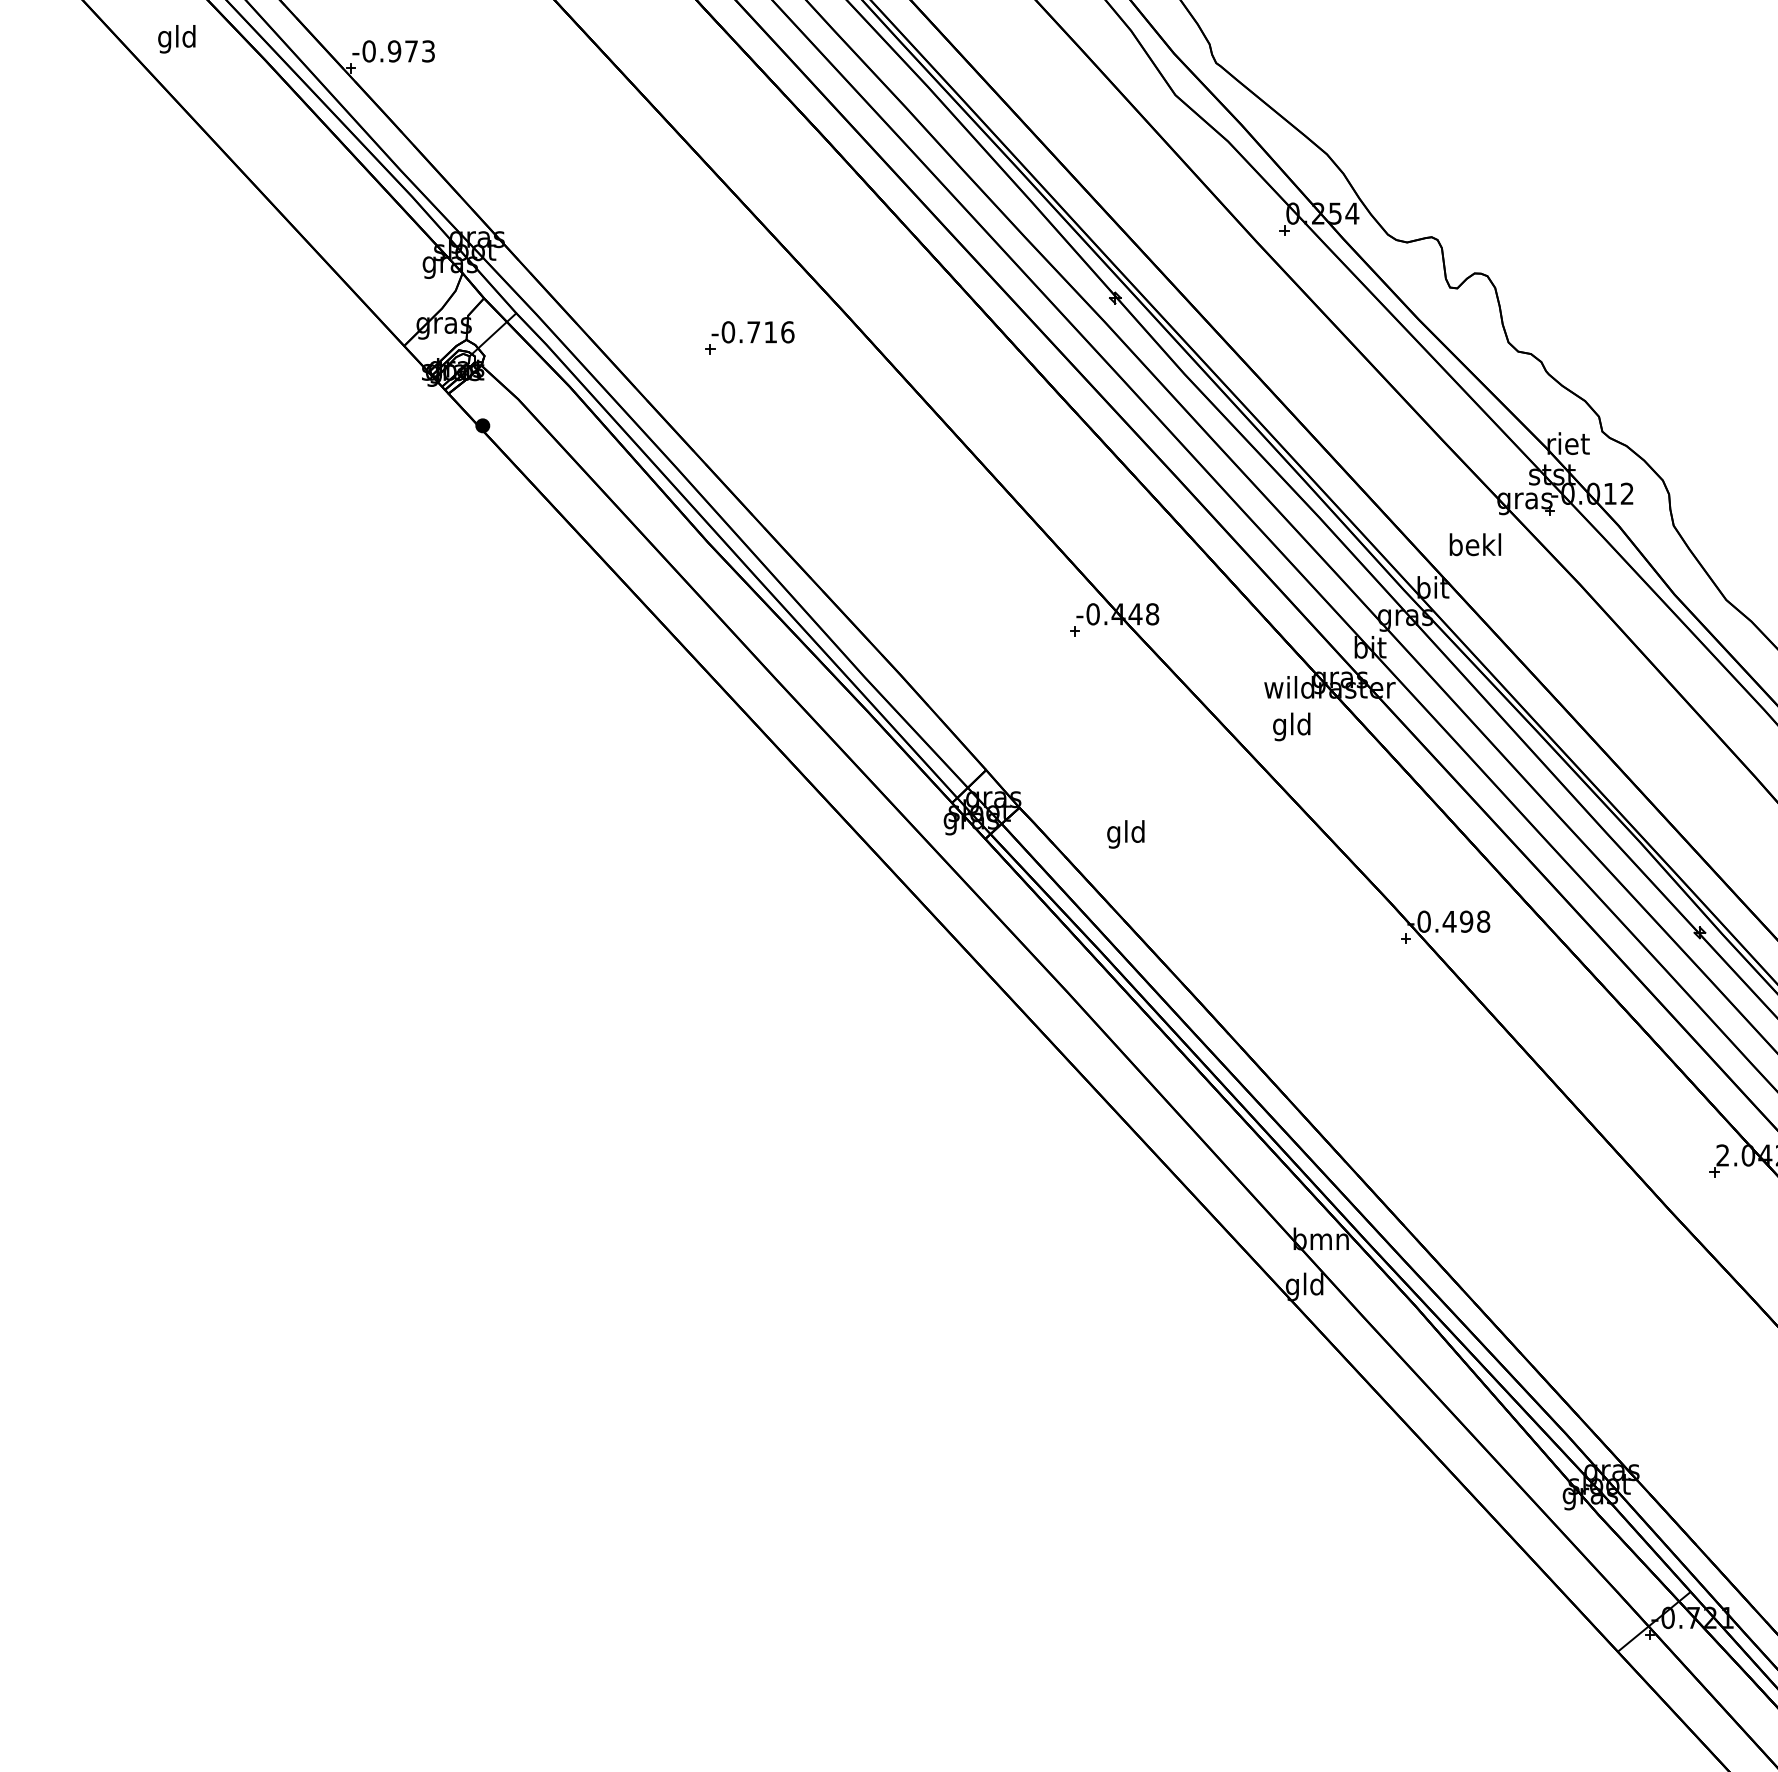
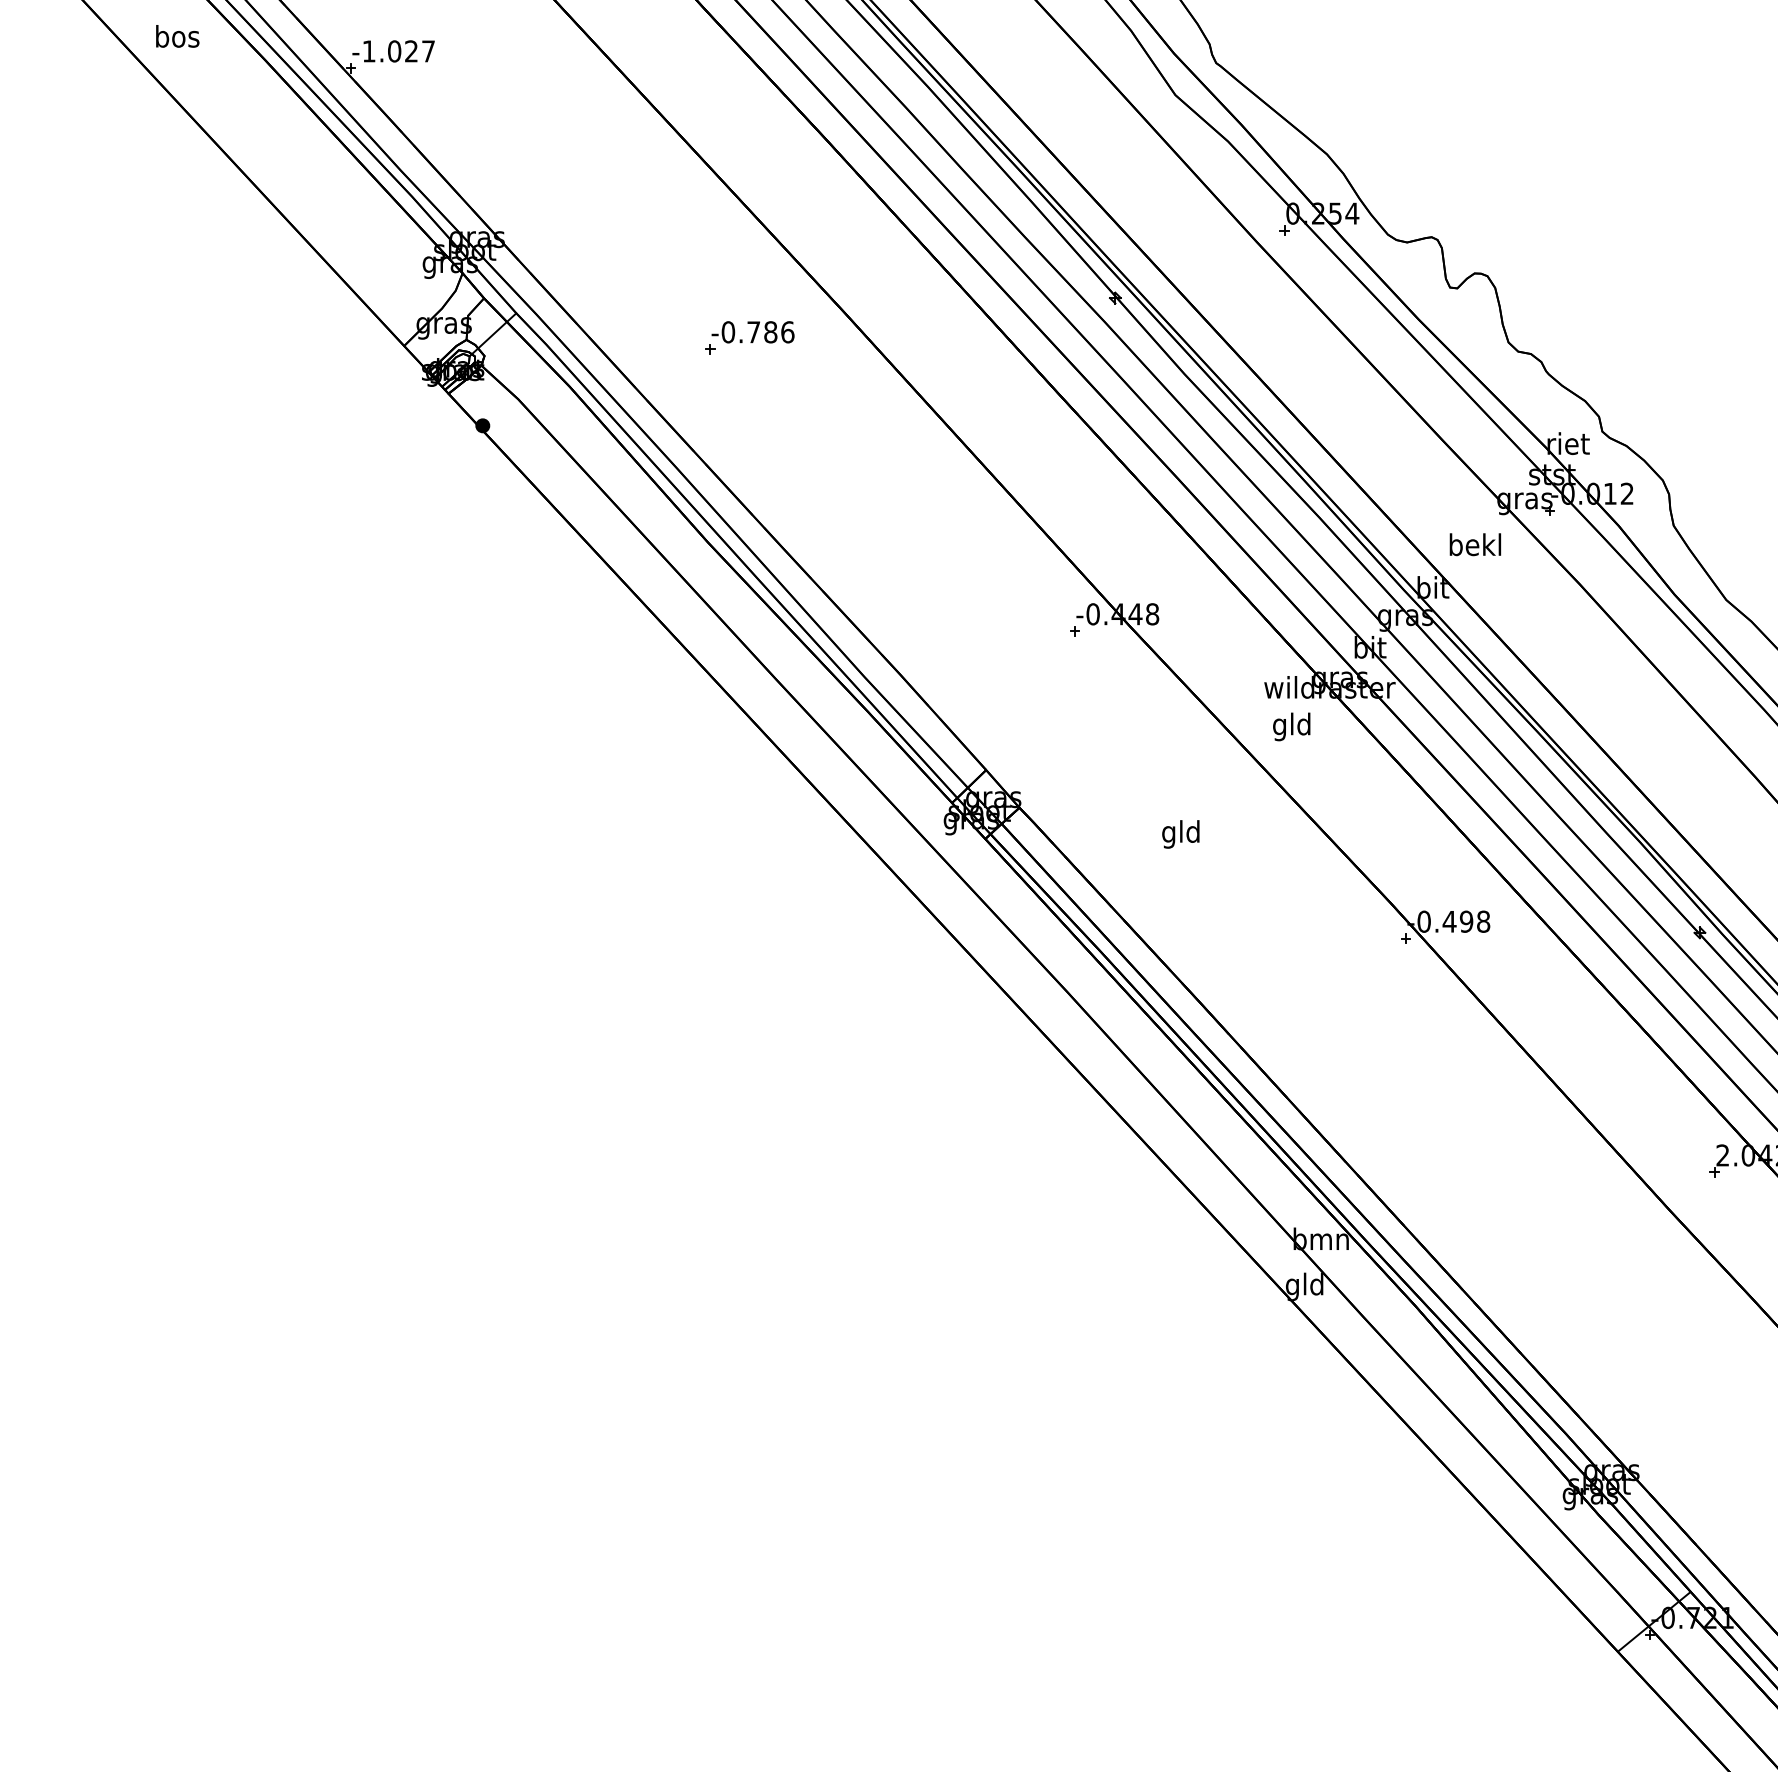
text at (177, 39): gld -> bos
text at (398, 51): -0.973 -> -1.027
text at (770, 332): -0.716 -> -0.786
text at (1125, 834) position: (1125, 834) -> (1180, 834)
